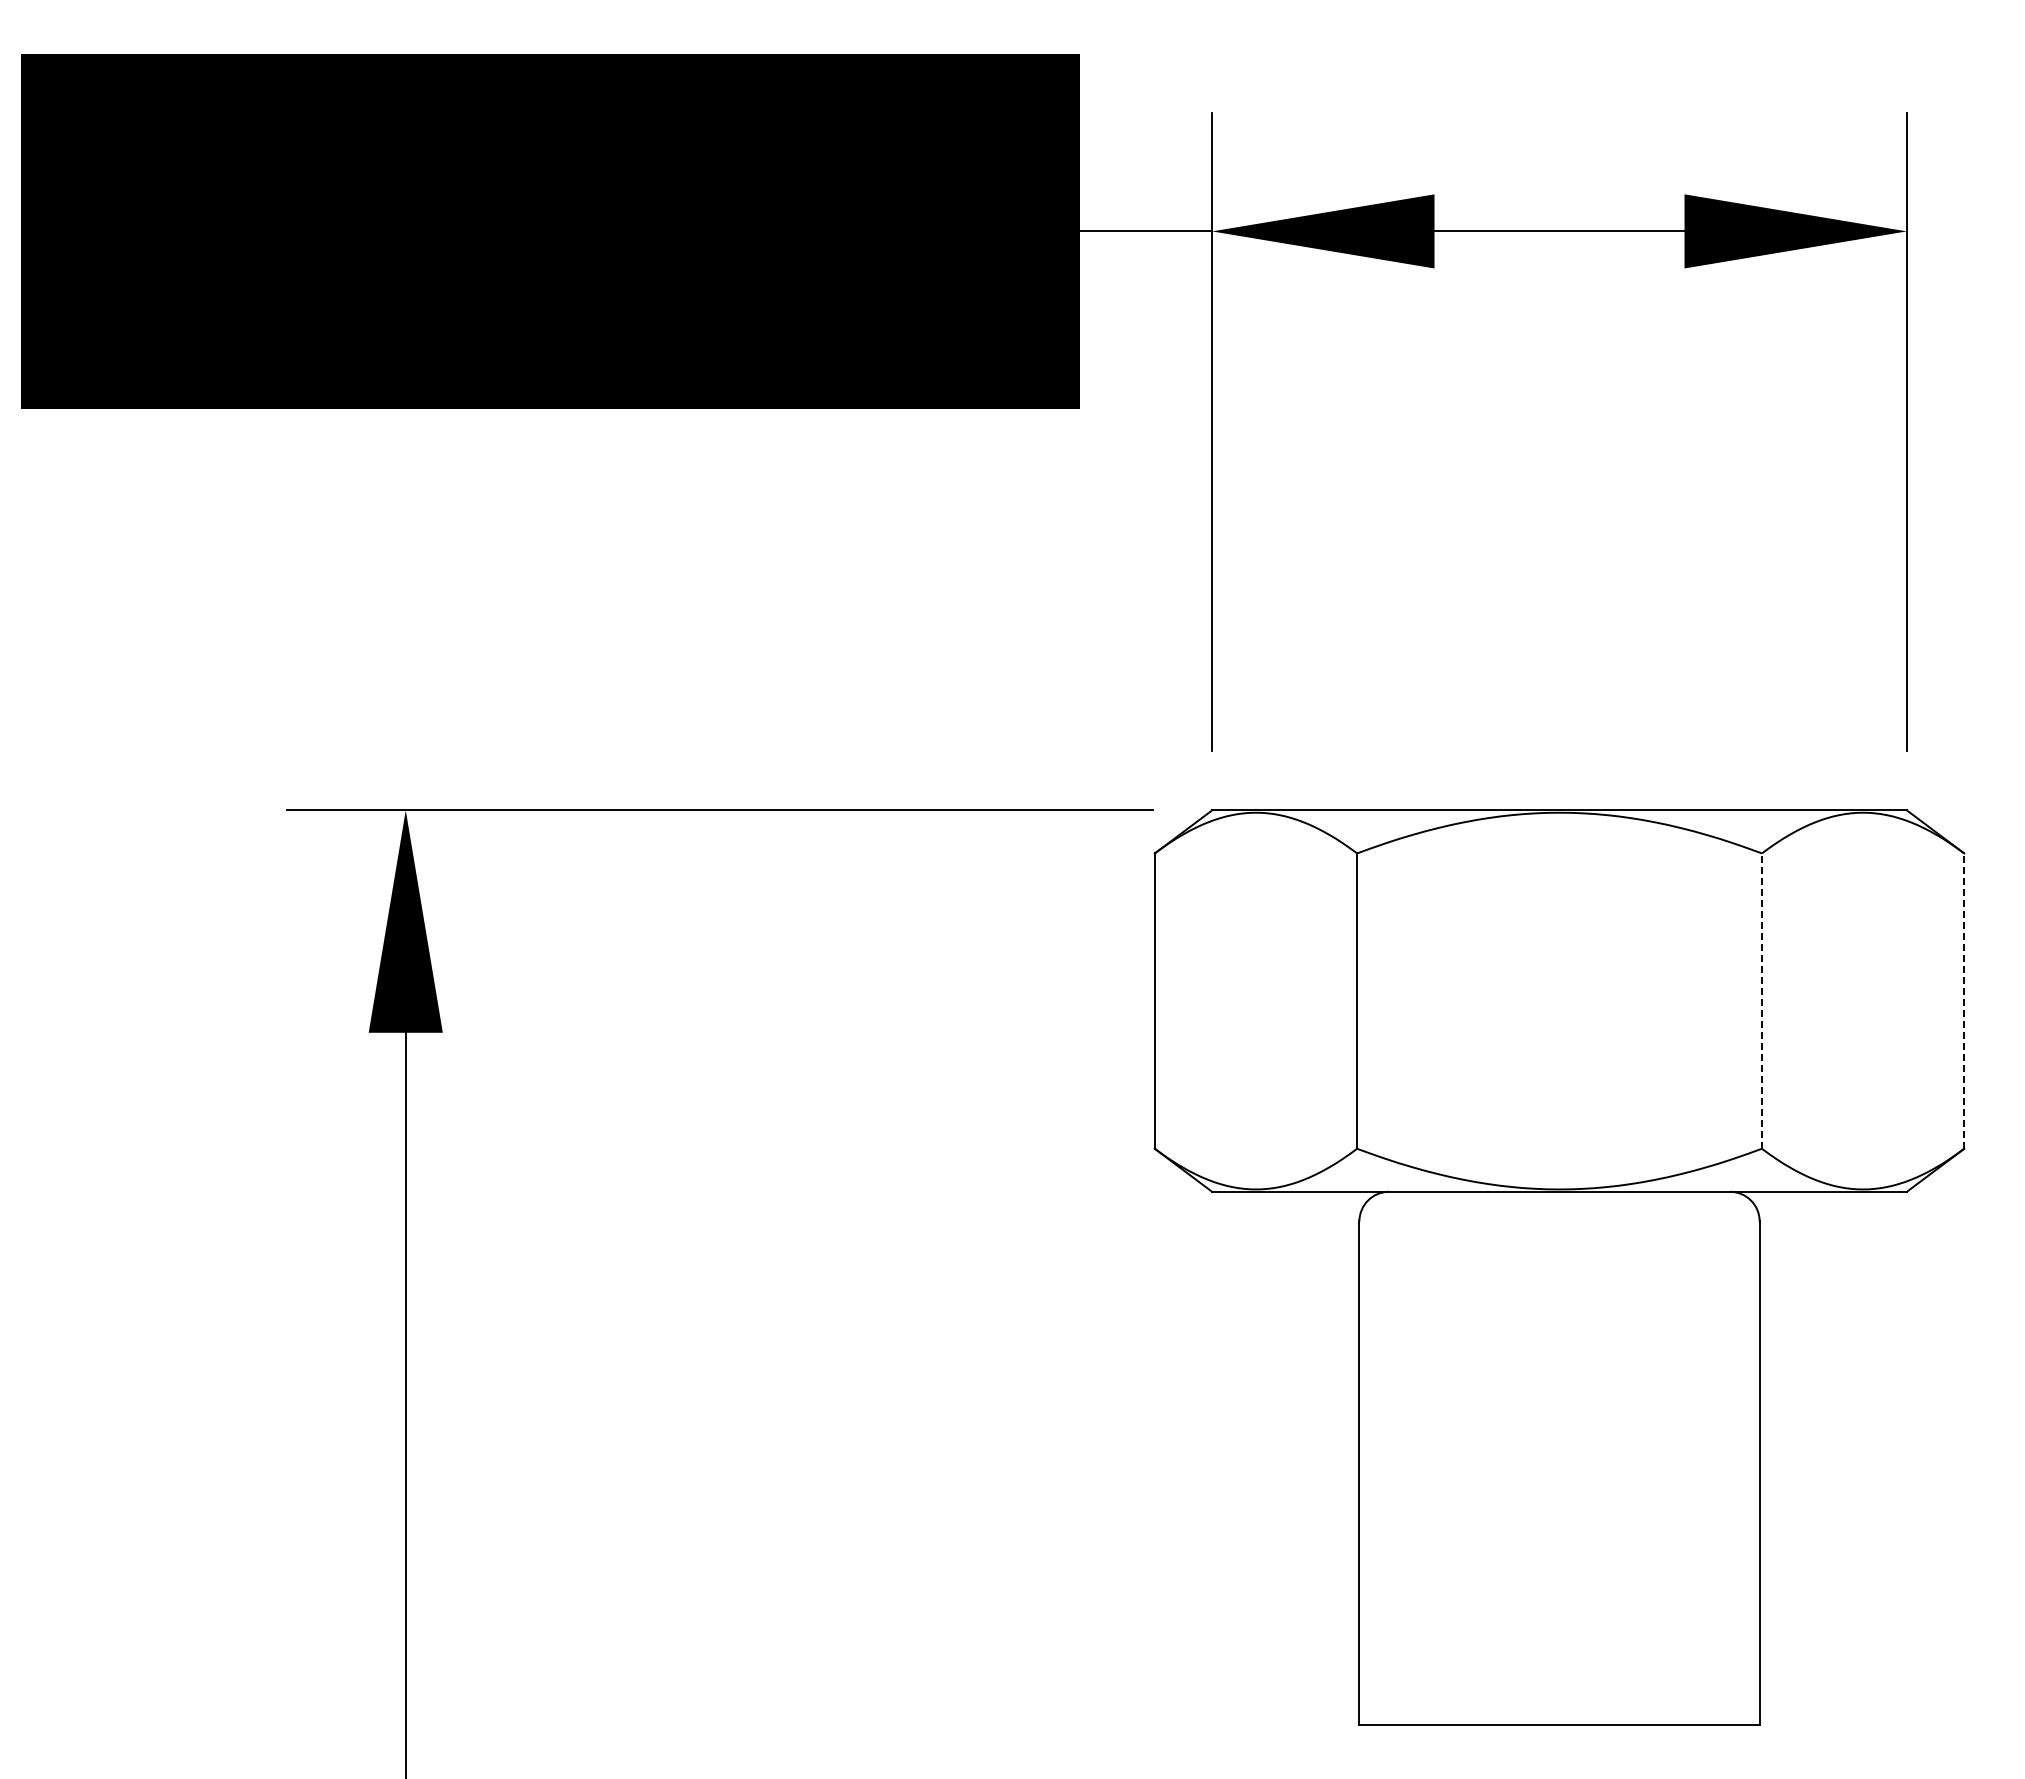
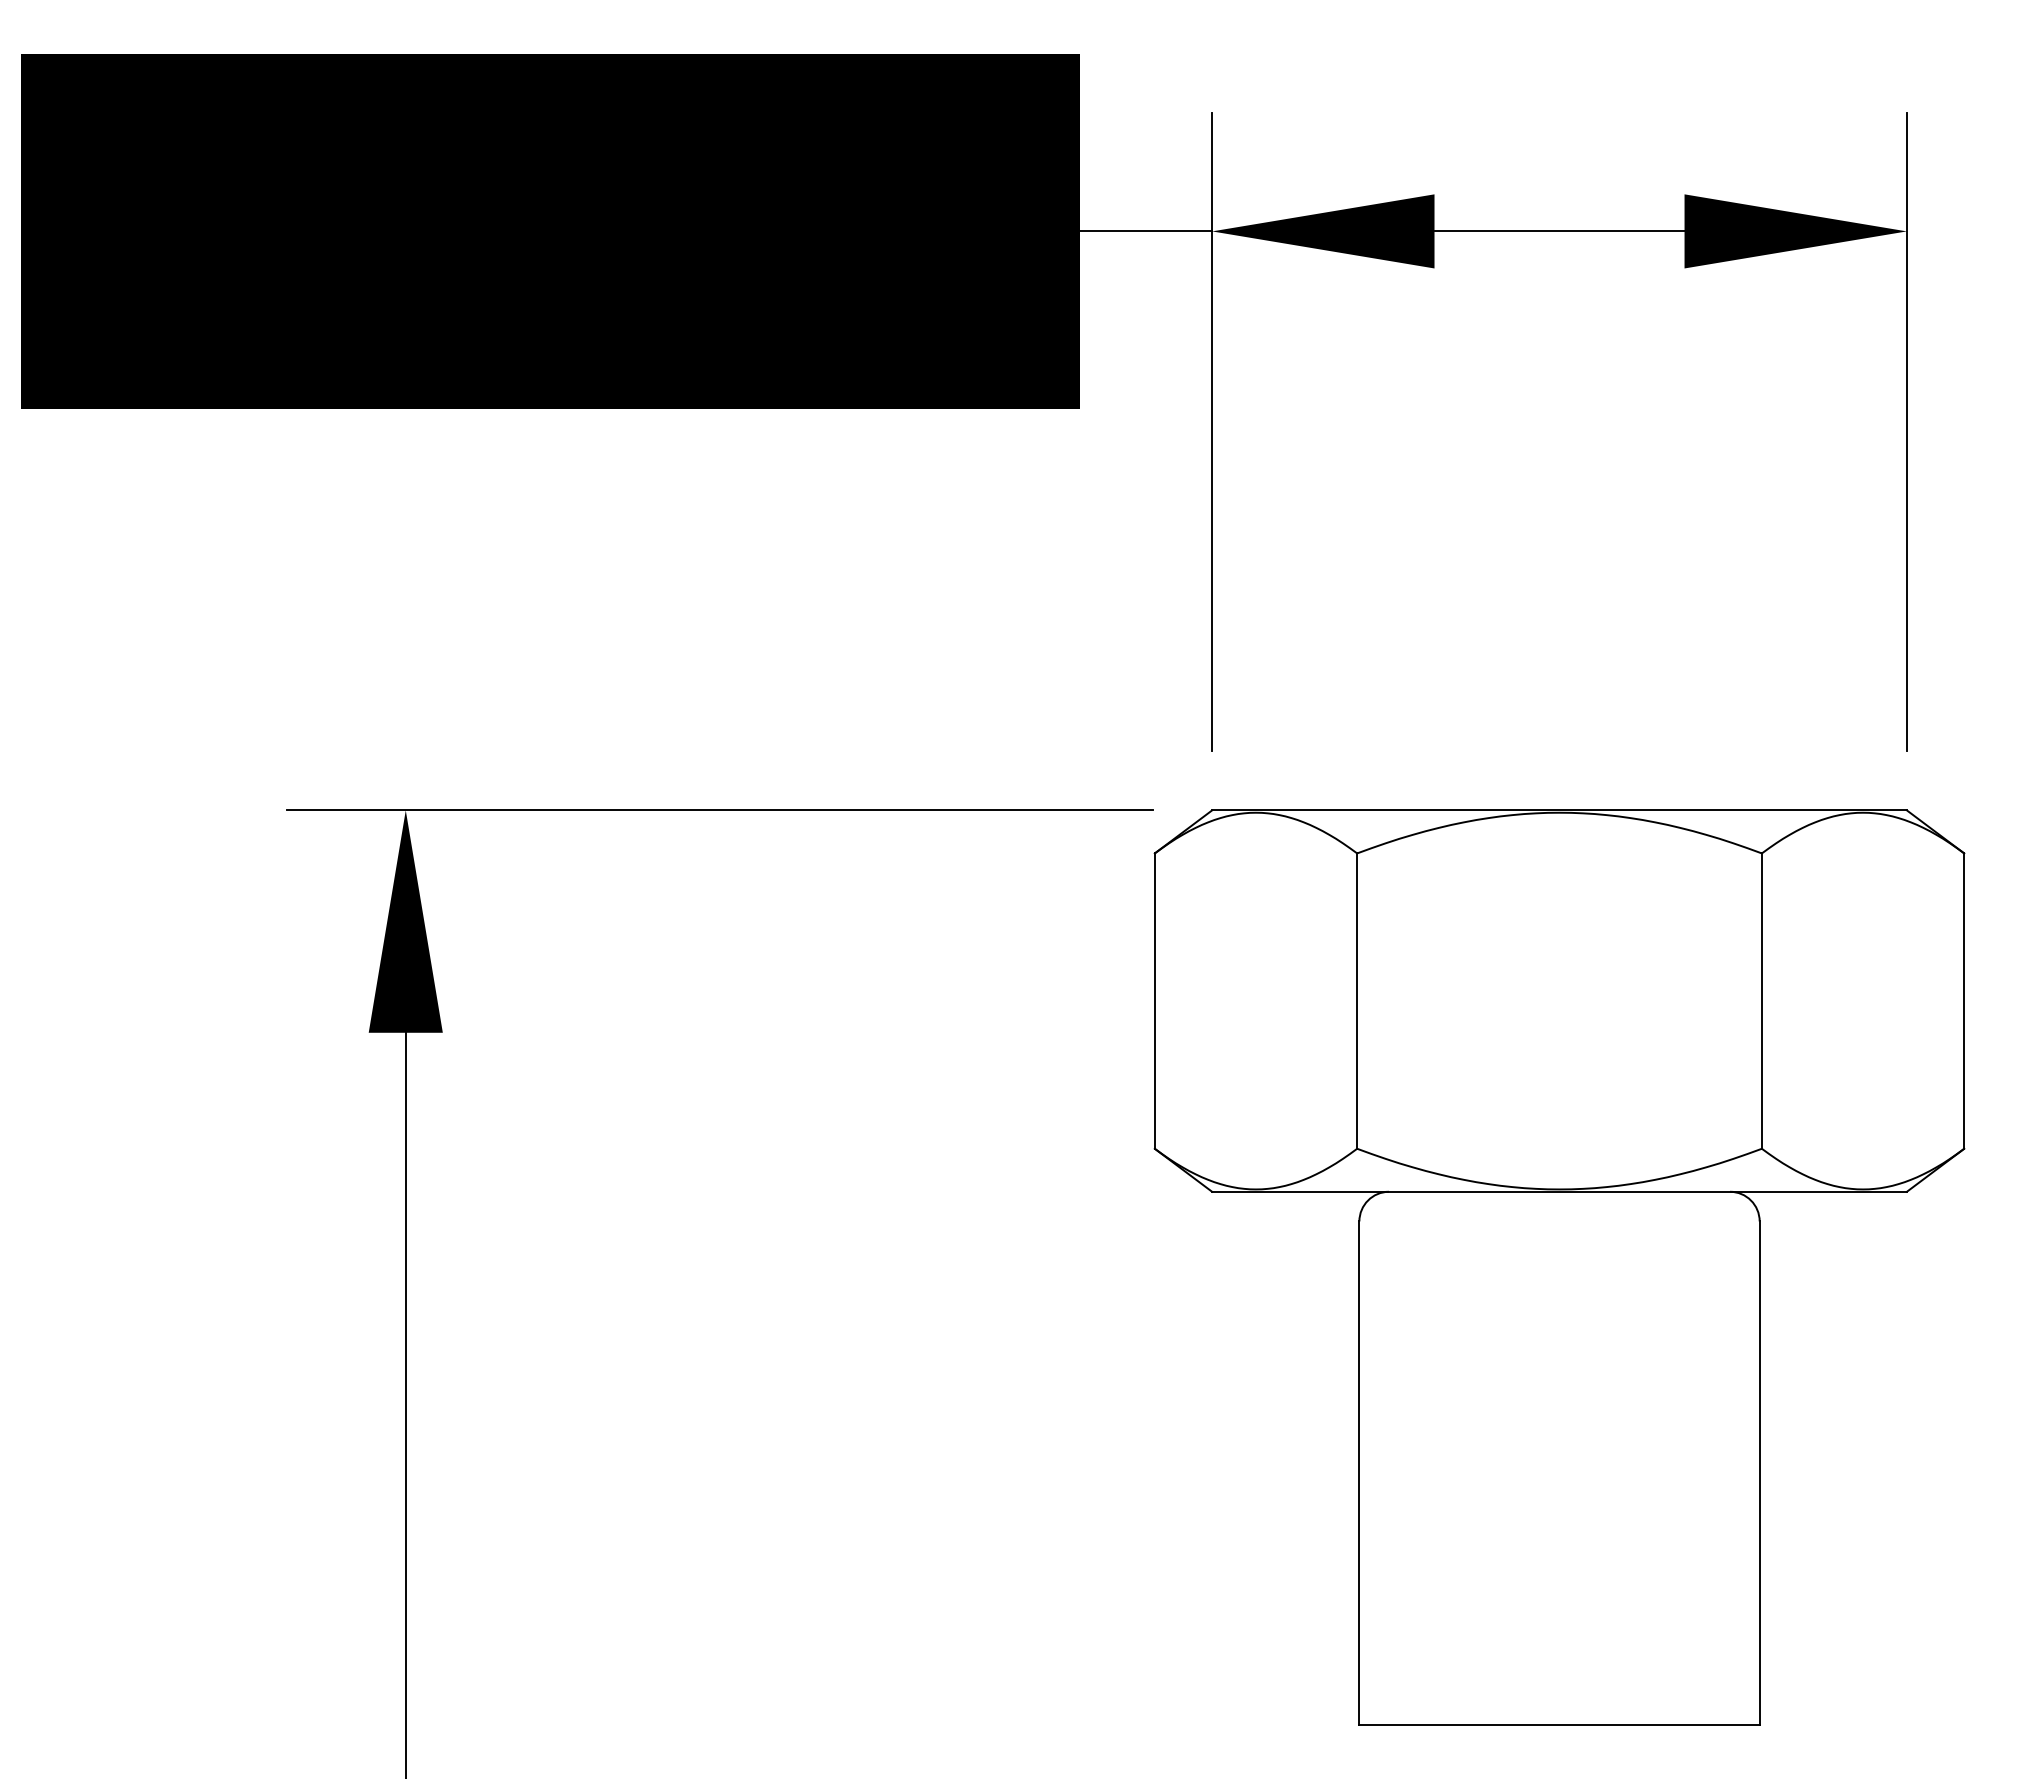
line at (1761, 1001): dashed -> solid
line at (1964, 1001): dashed -> solid
